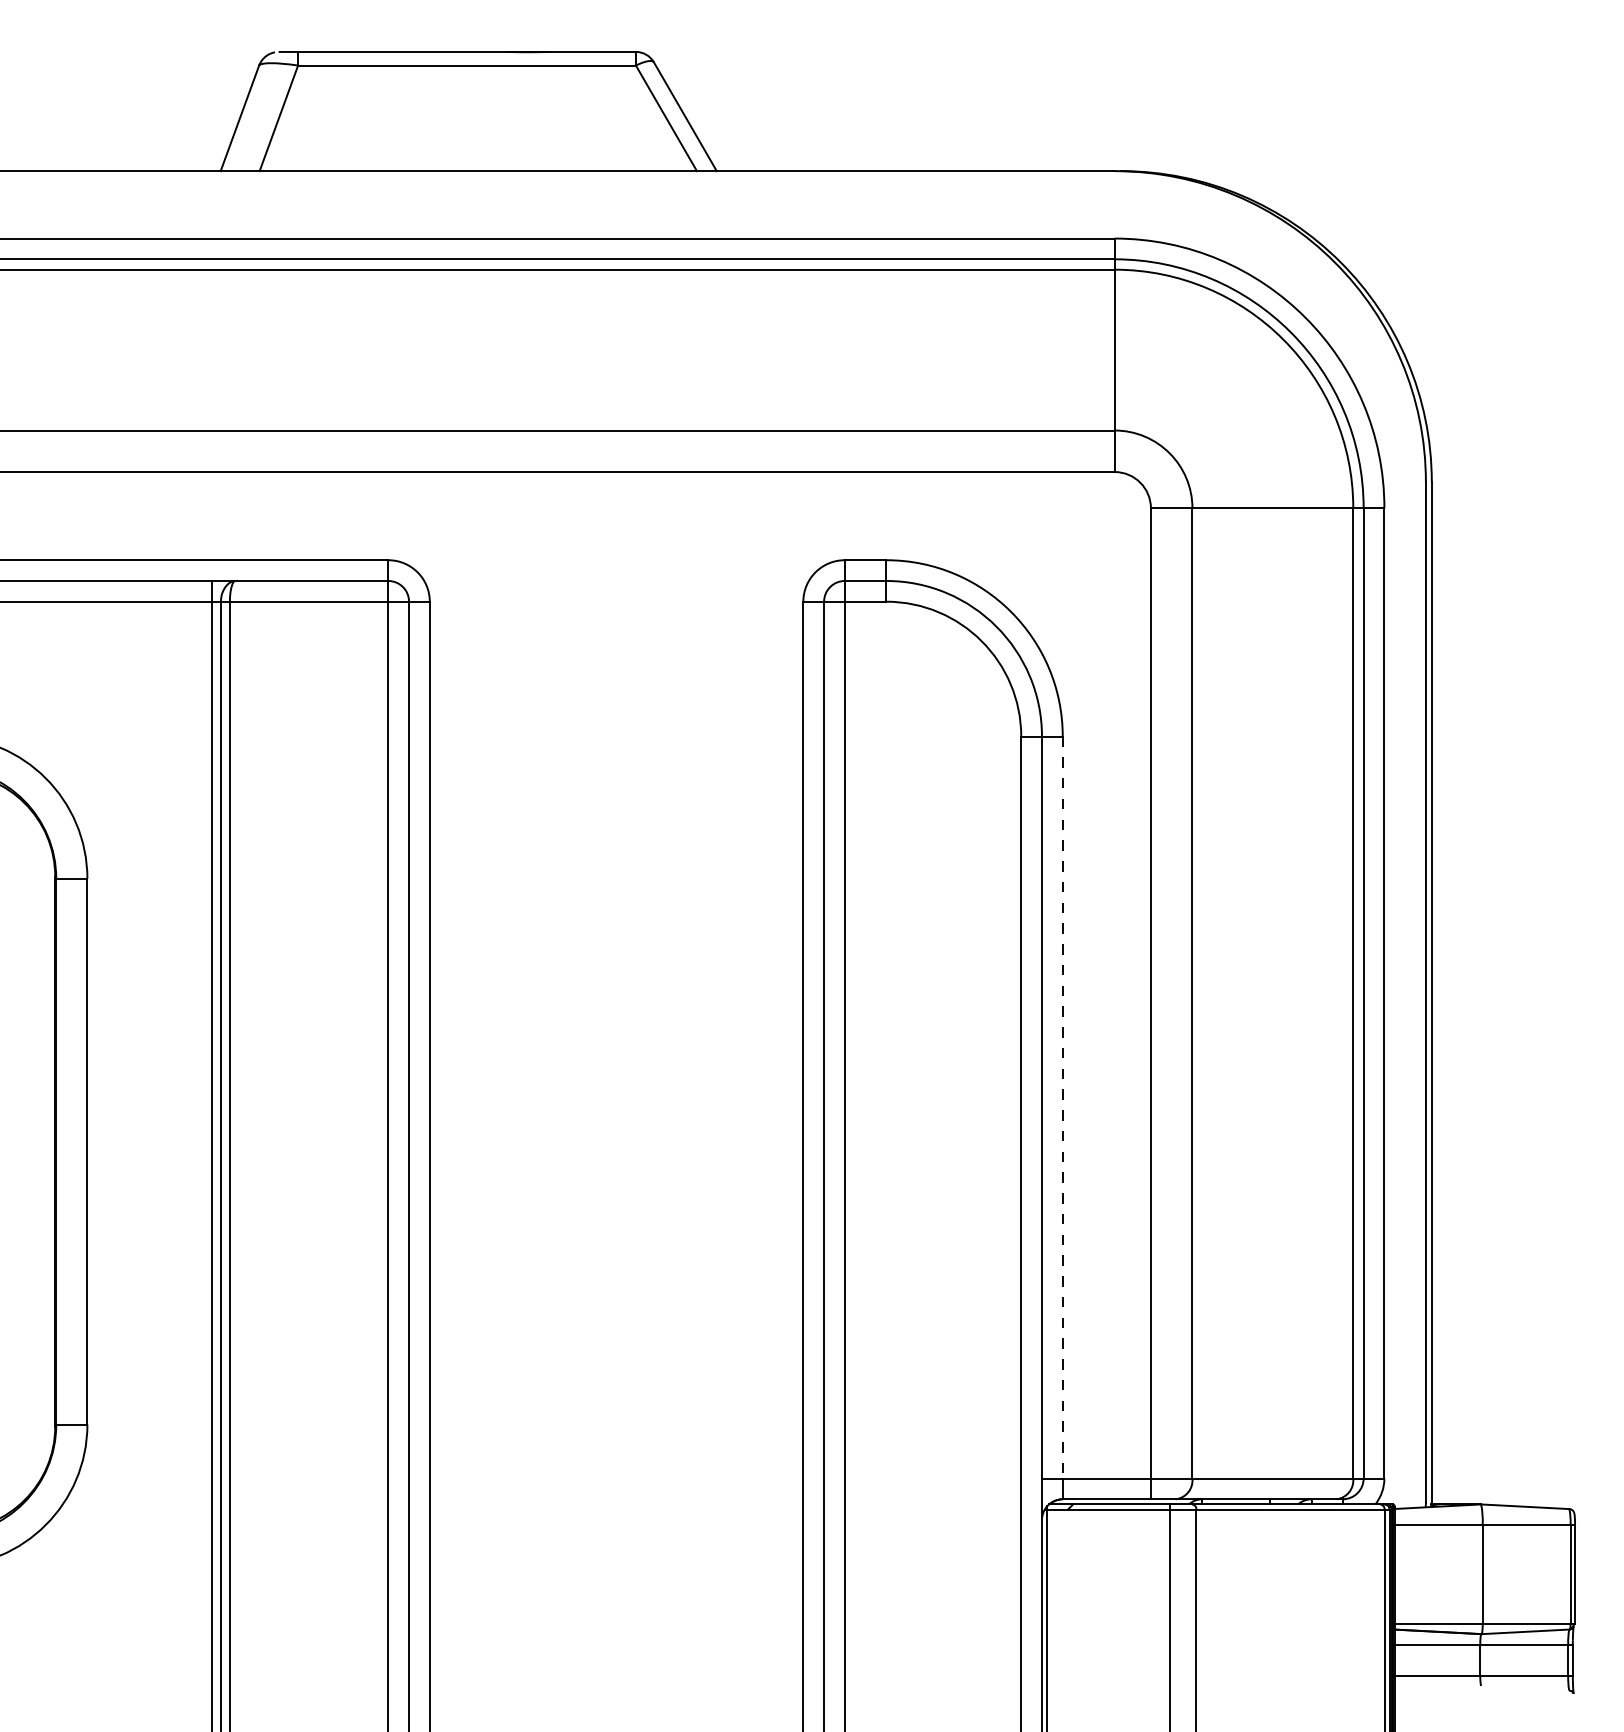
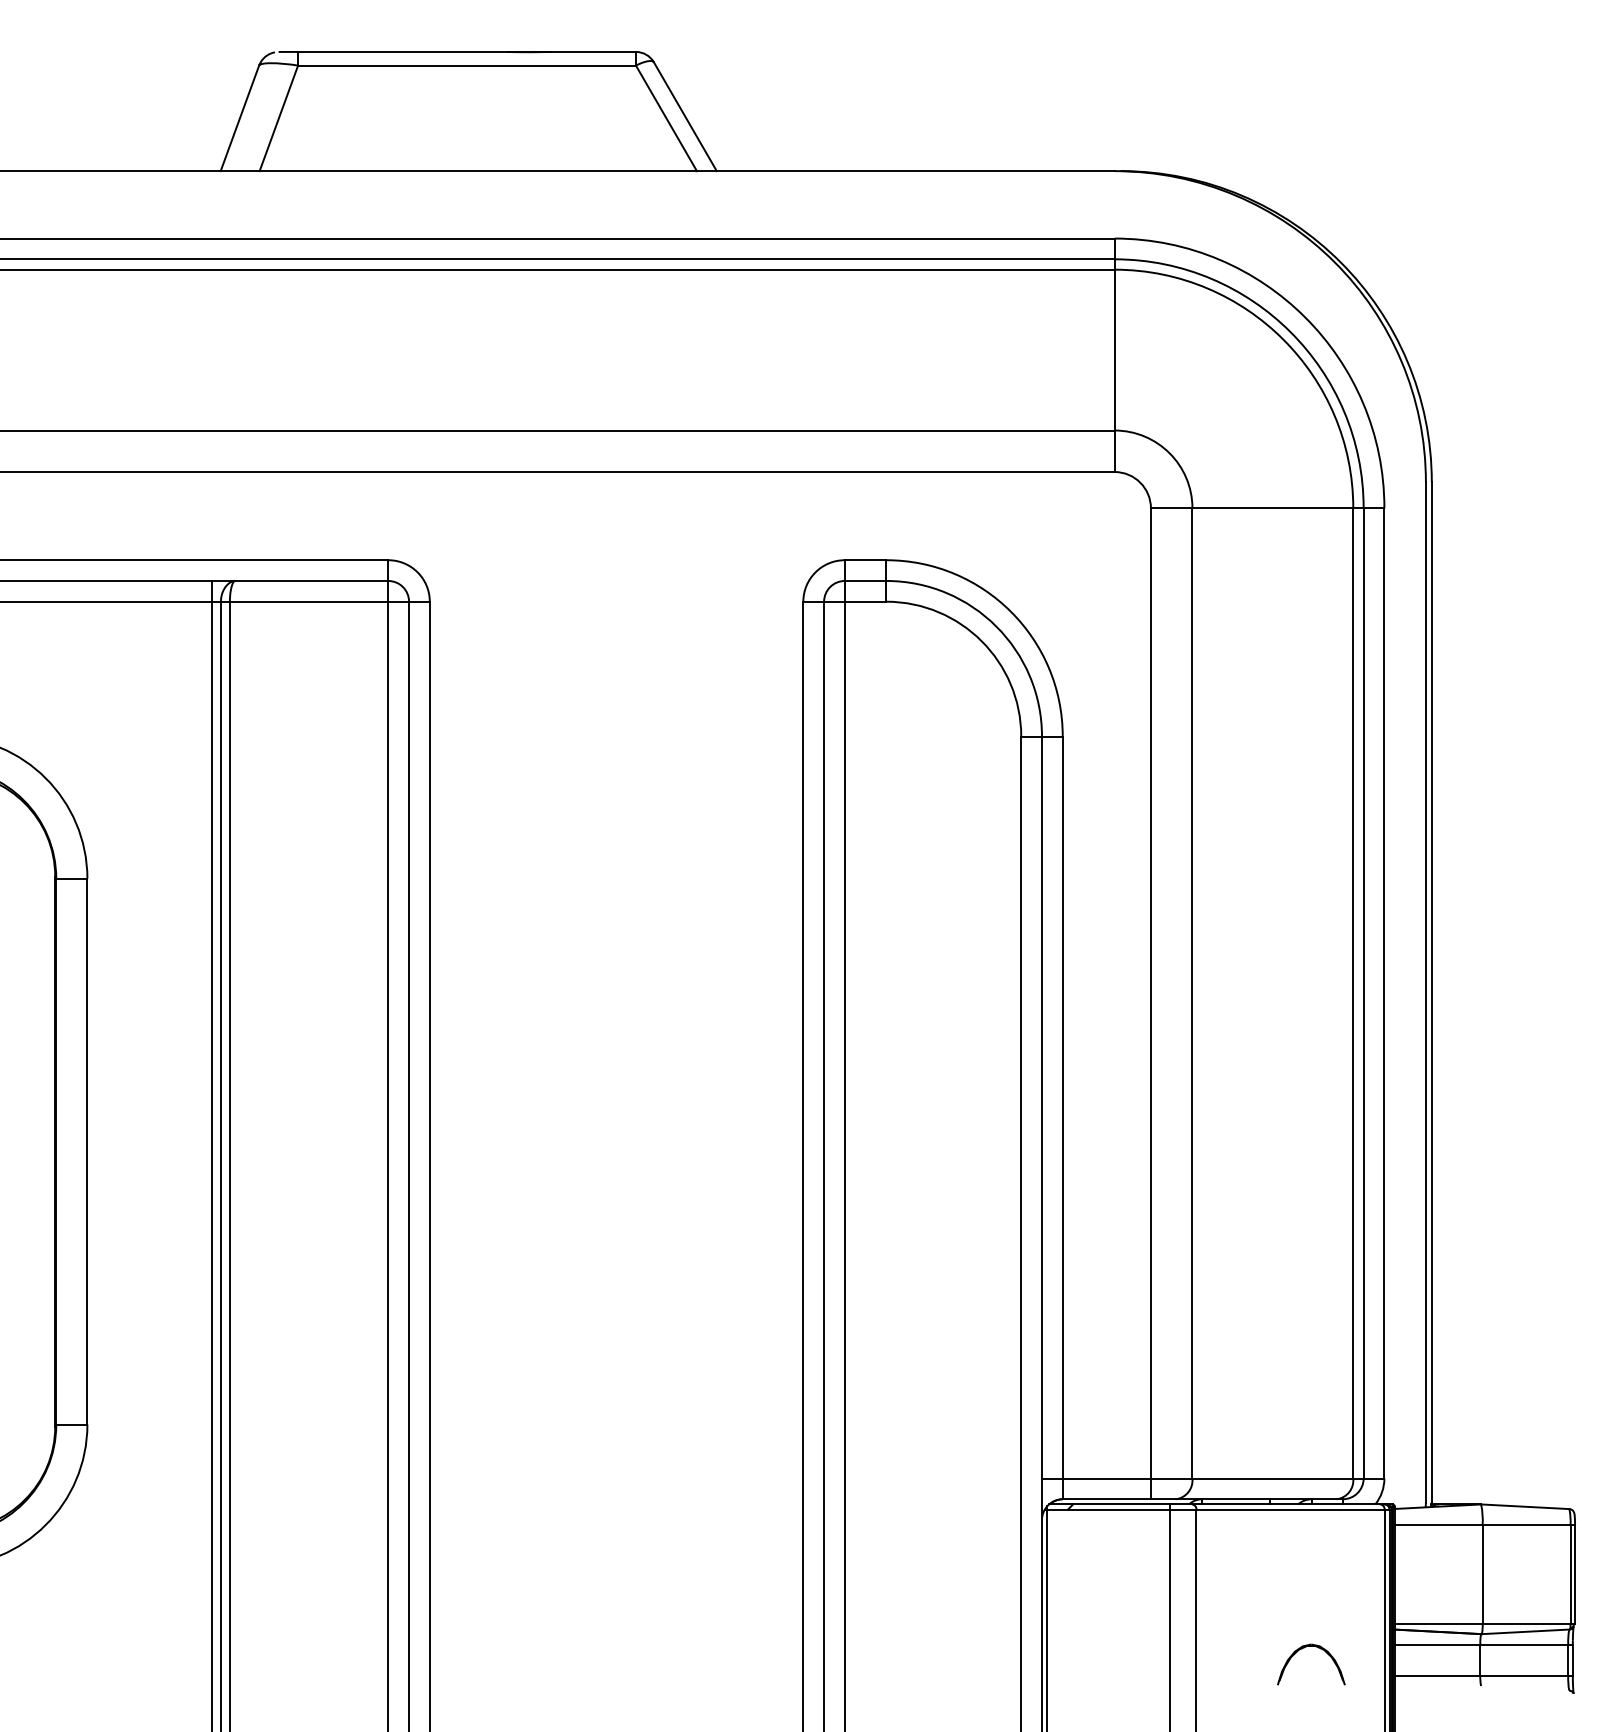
line at (1062, 1107): dashed -> solid
part at (1304, 1648): none -> present
